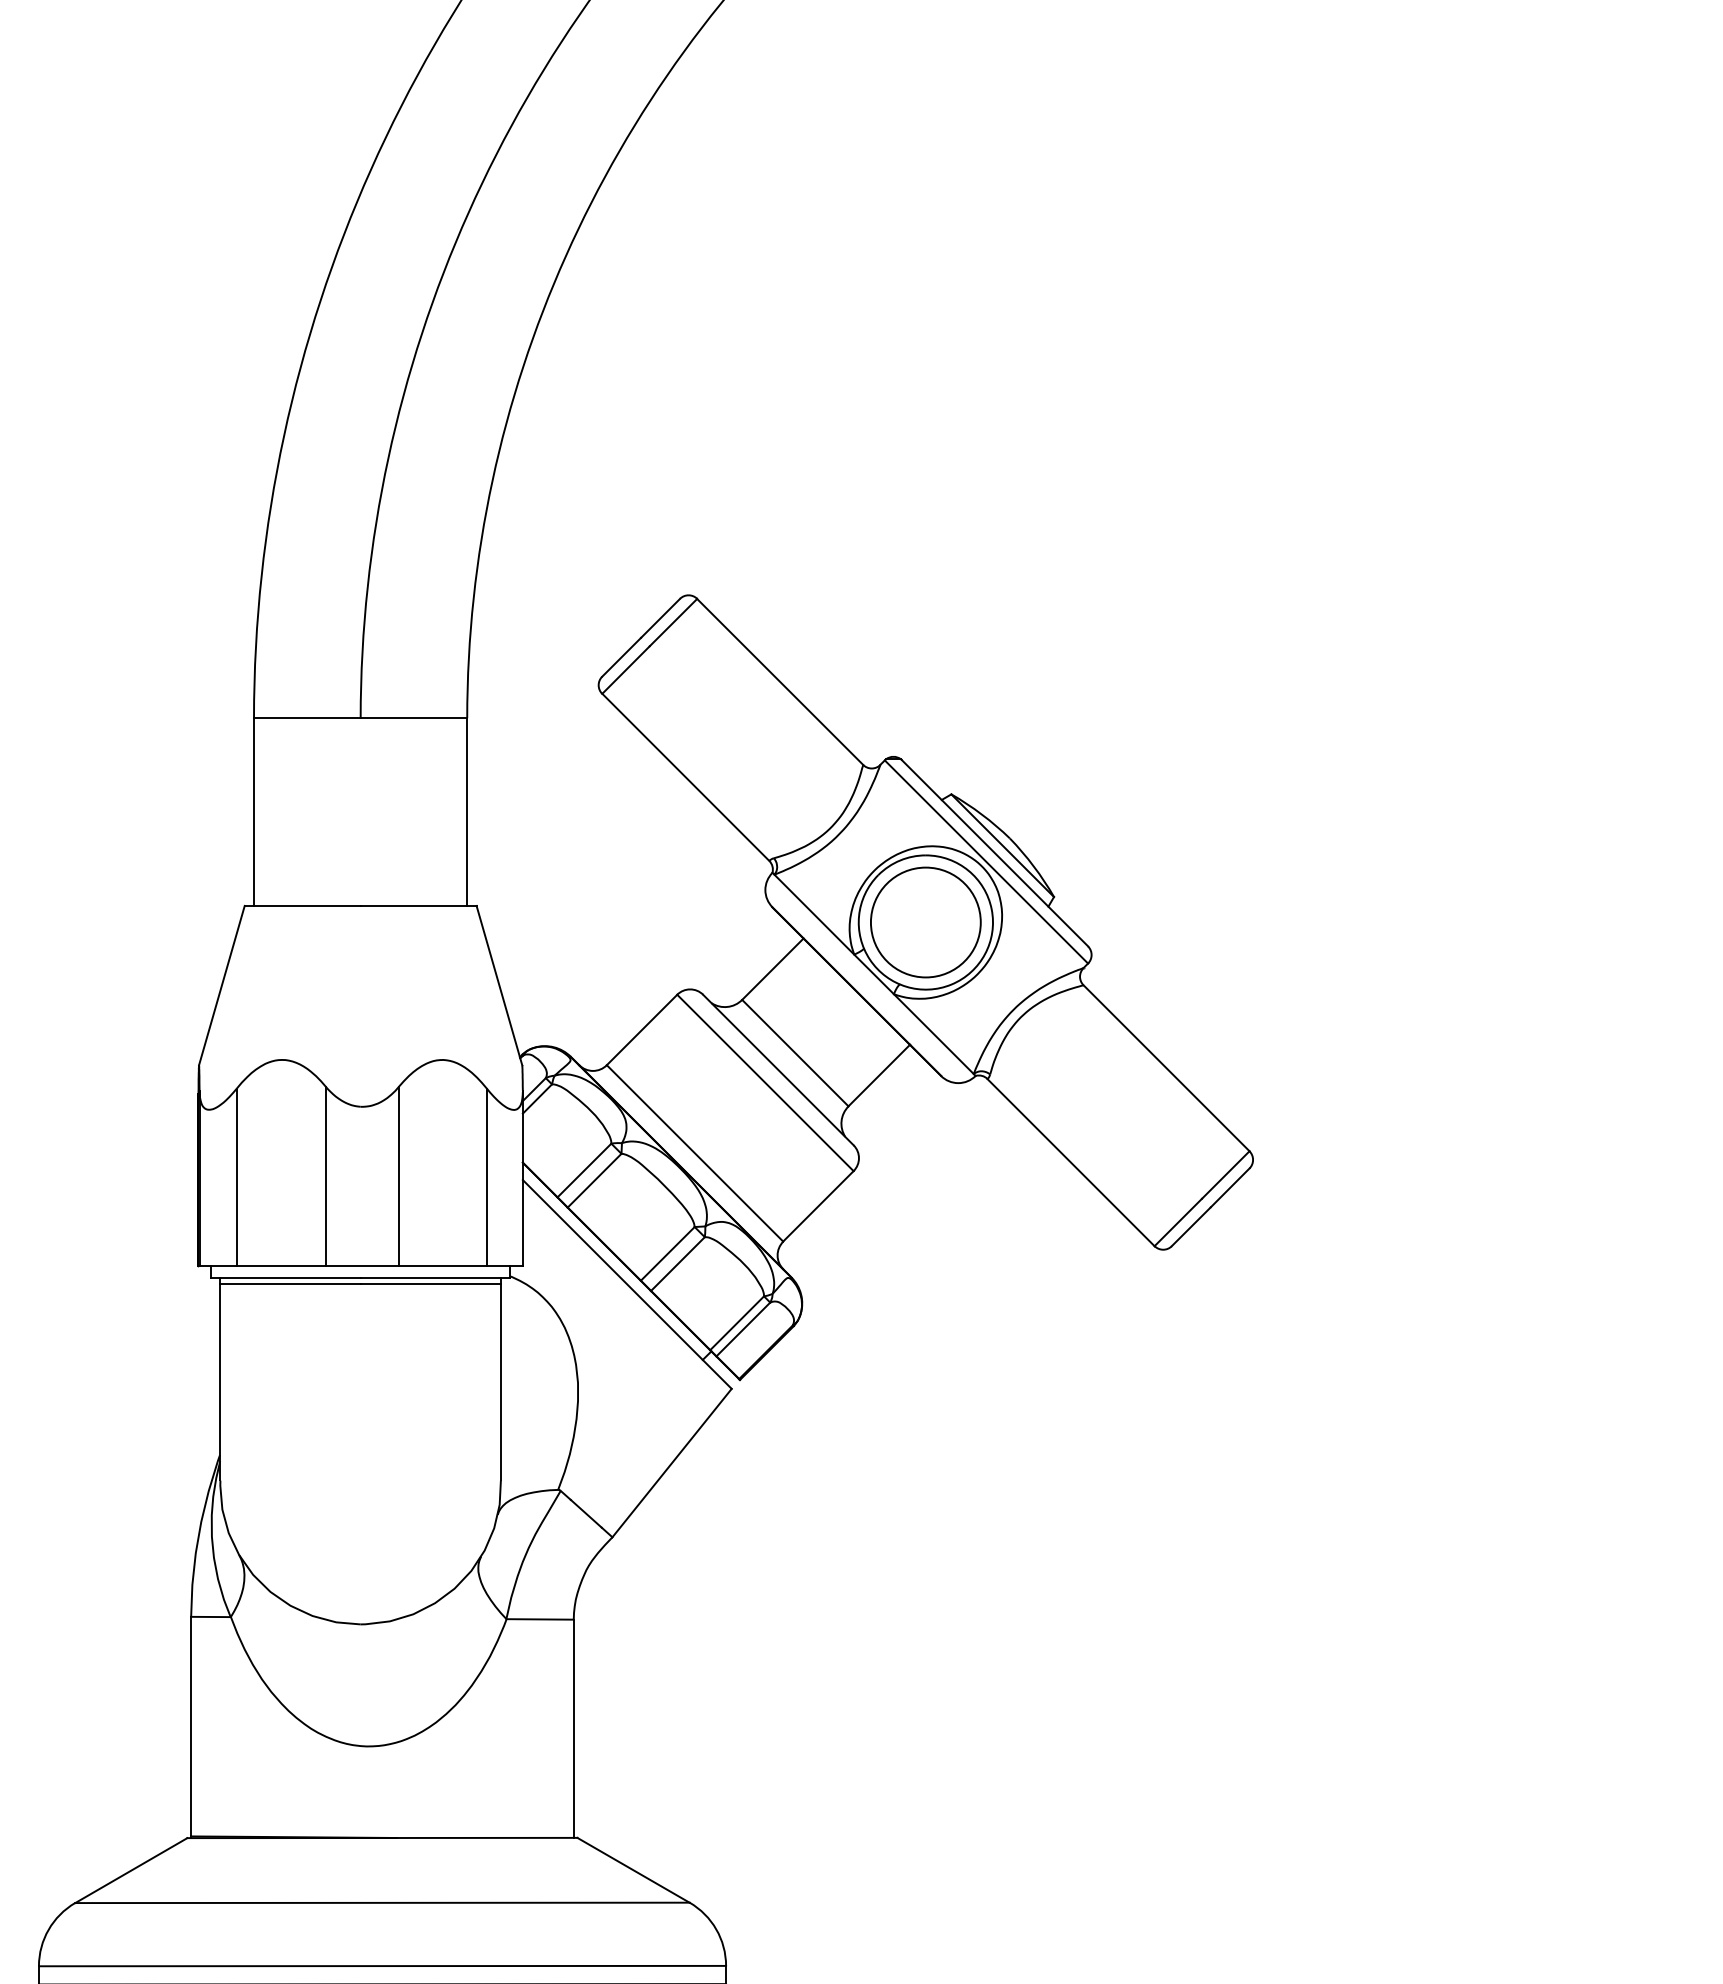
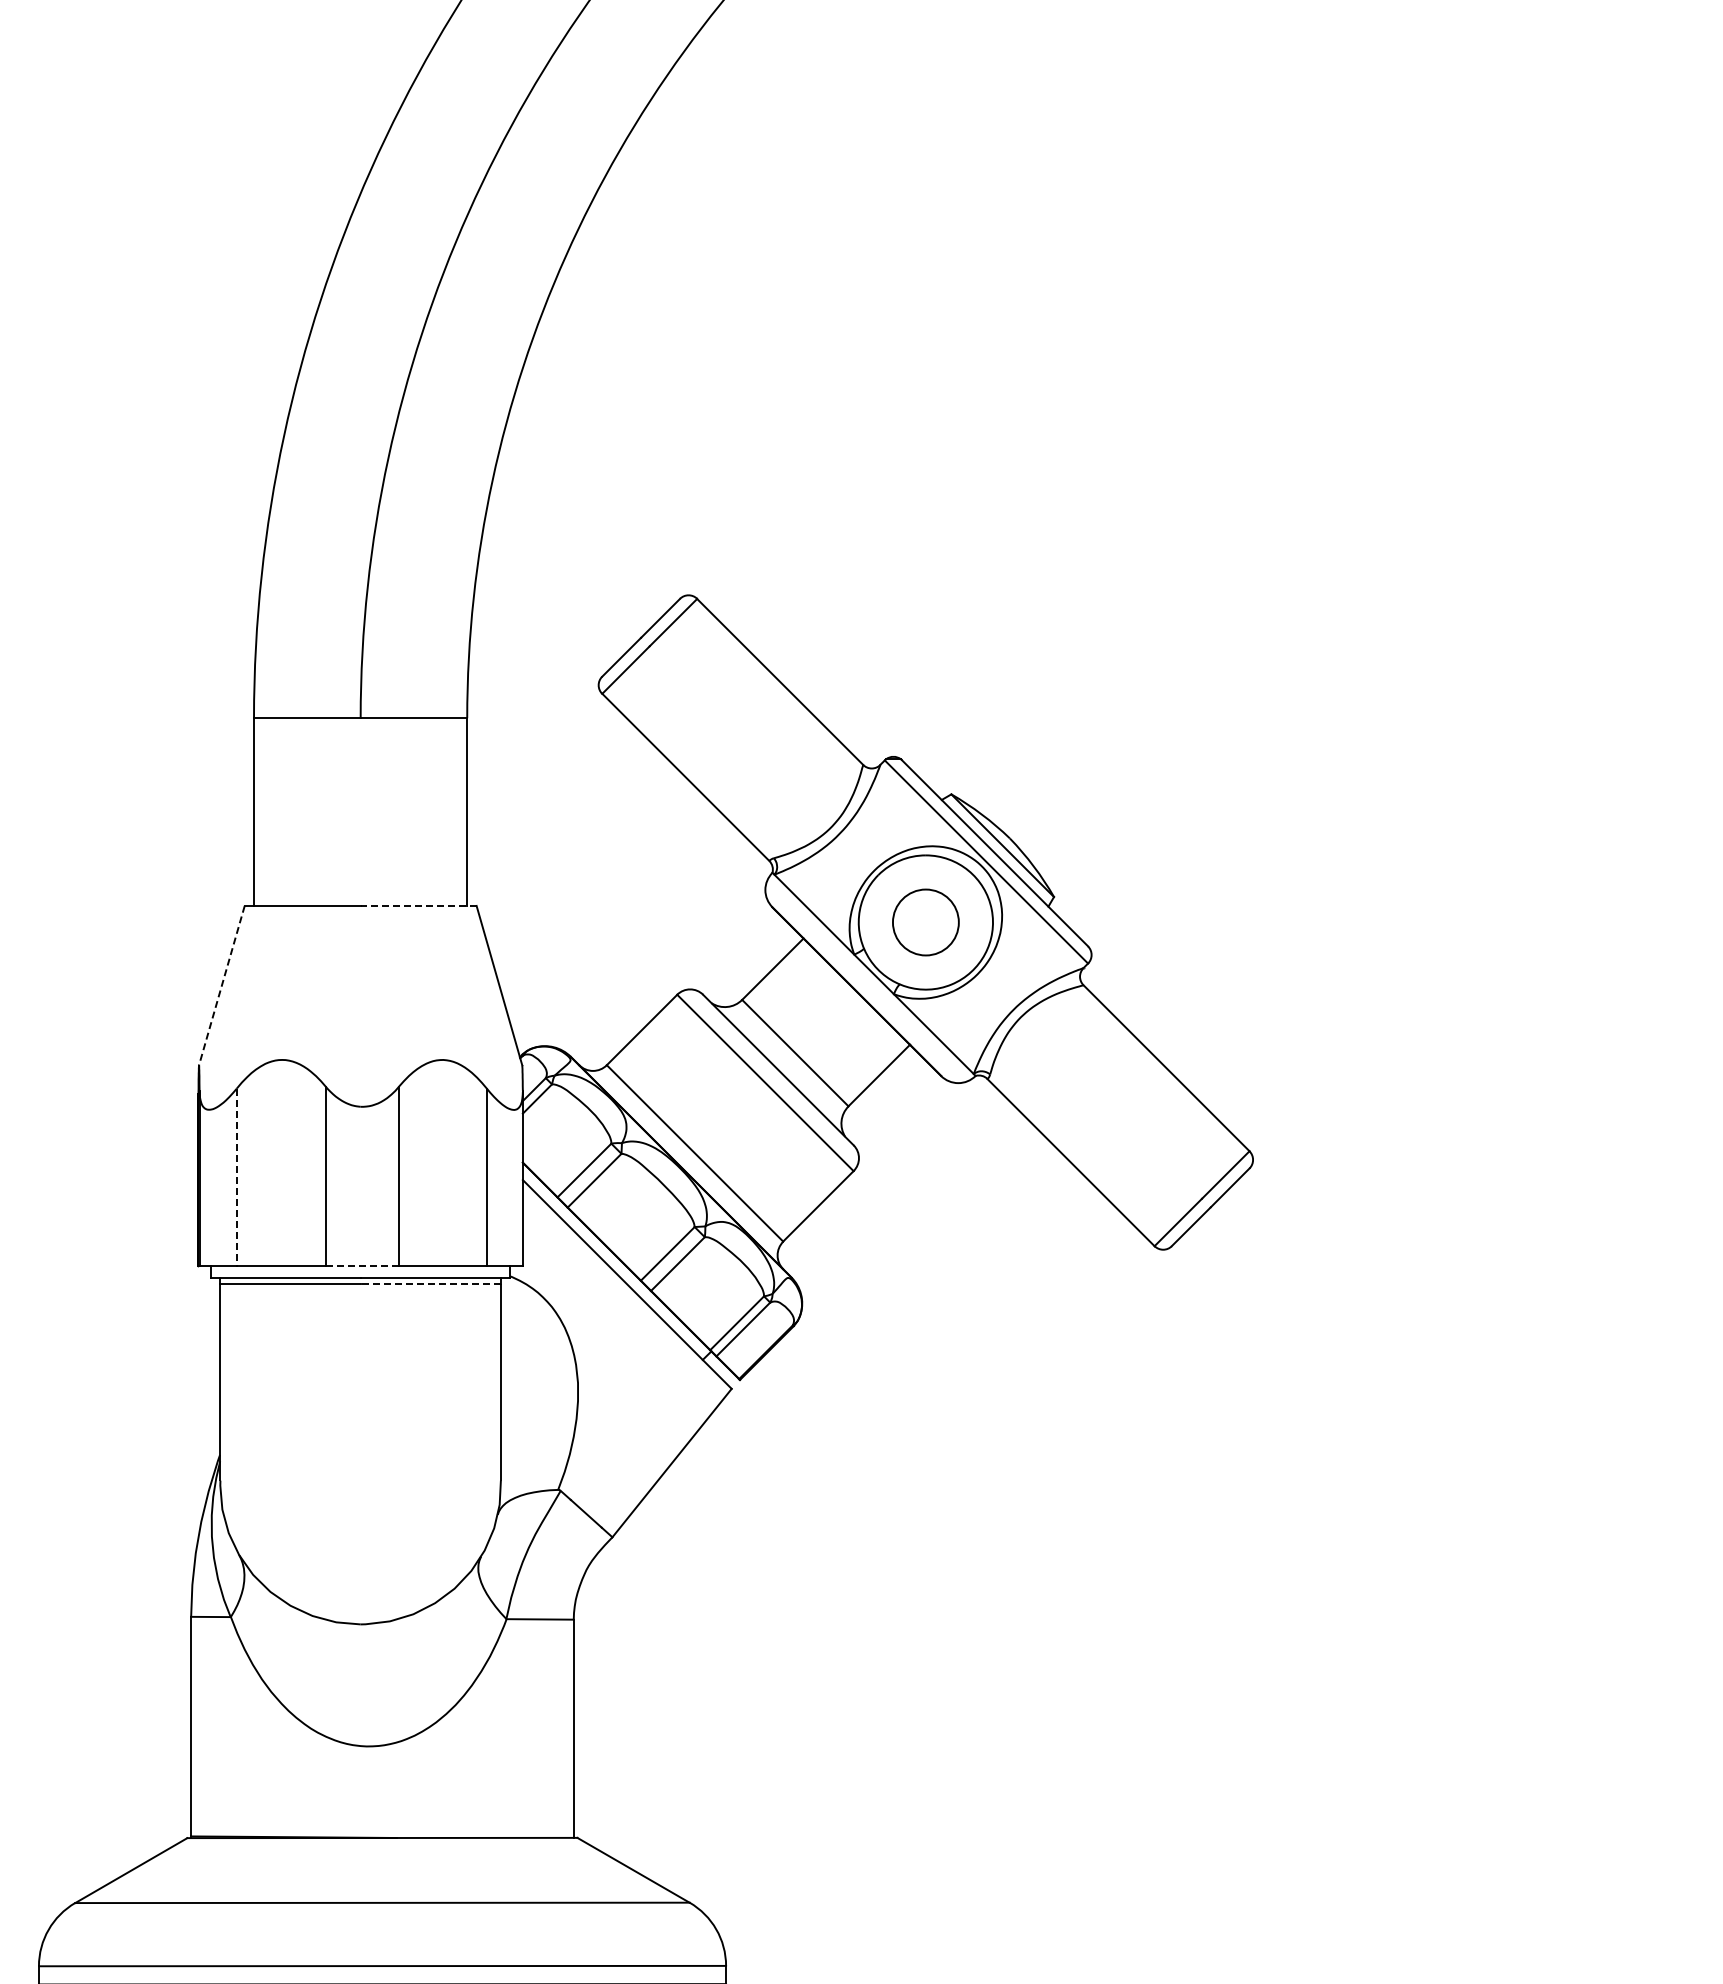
line at (418, 905): solid -> dashed
circle at (925, 922) size: 112x113 px -> 68x69 px
line at (221, 985): solid -> dashed
line at (236, 1177): solid -> dashed
line at (362, 1265): solid -> dashed
line at (430, 1283): solid -> dashed
